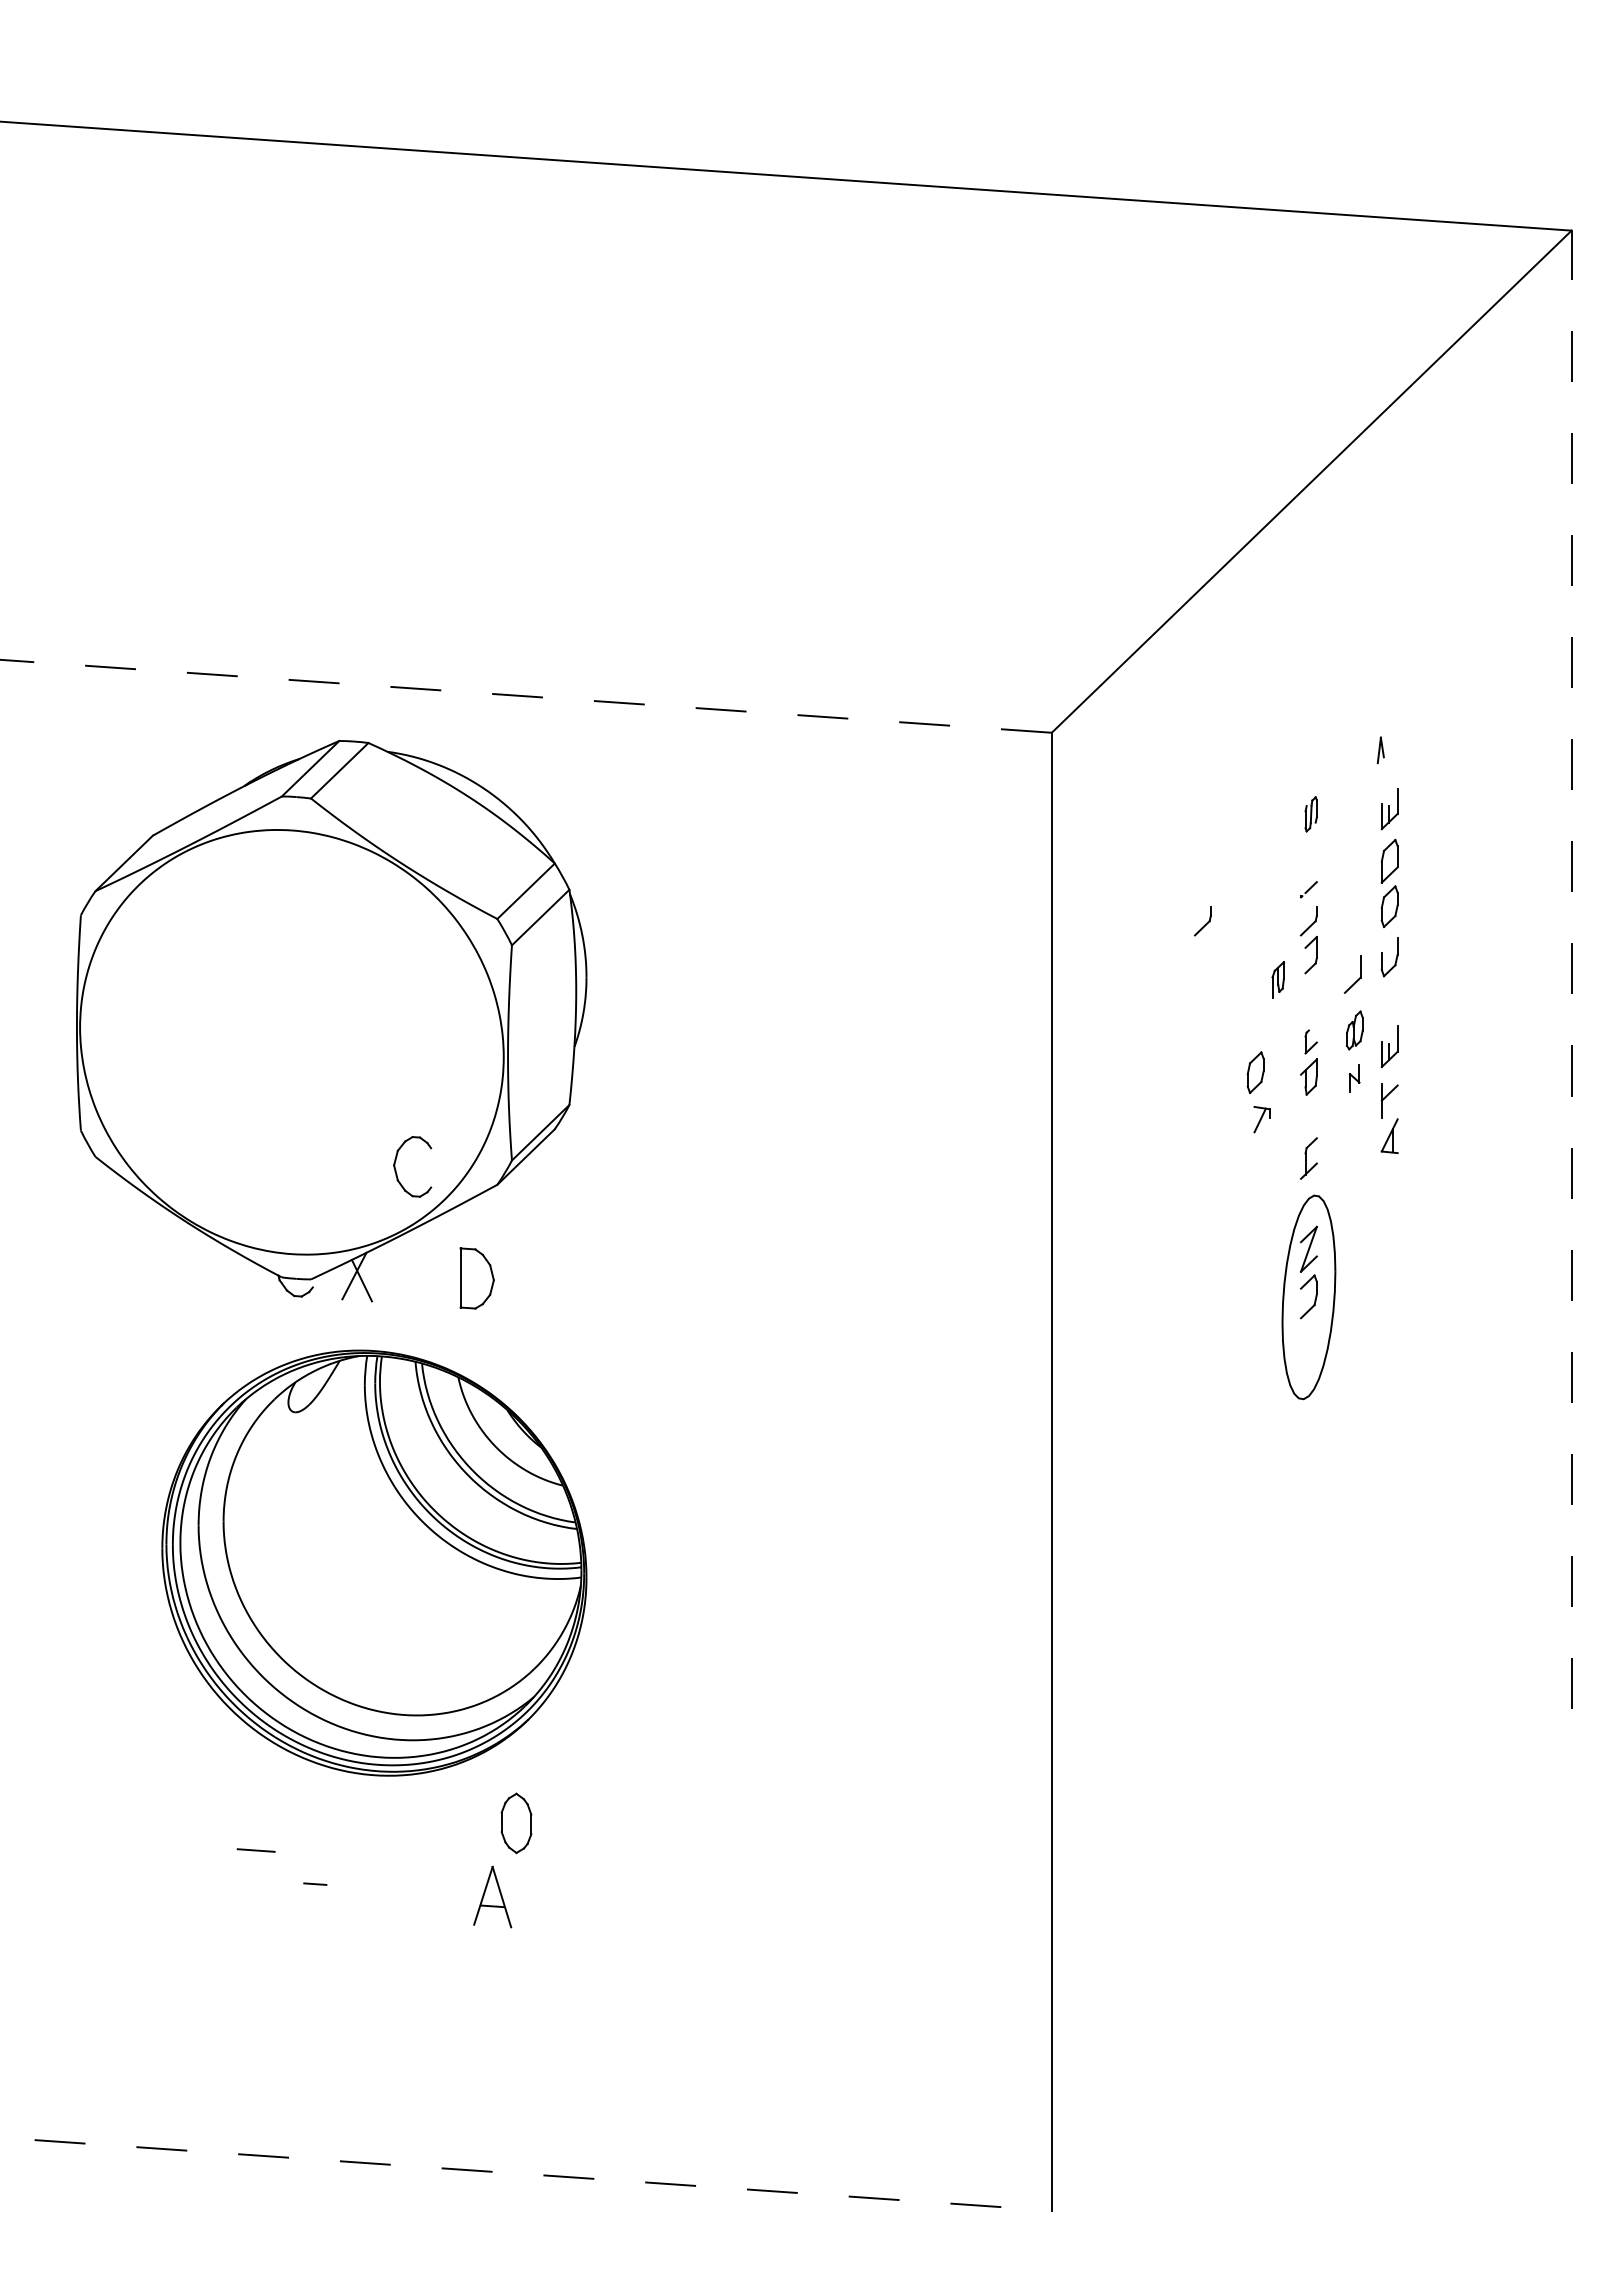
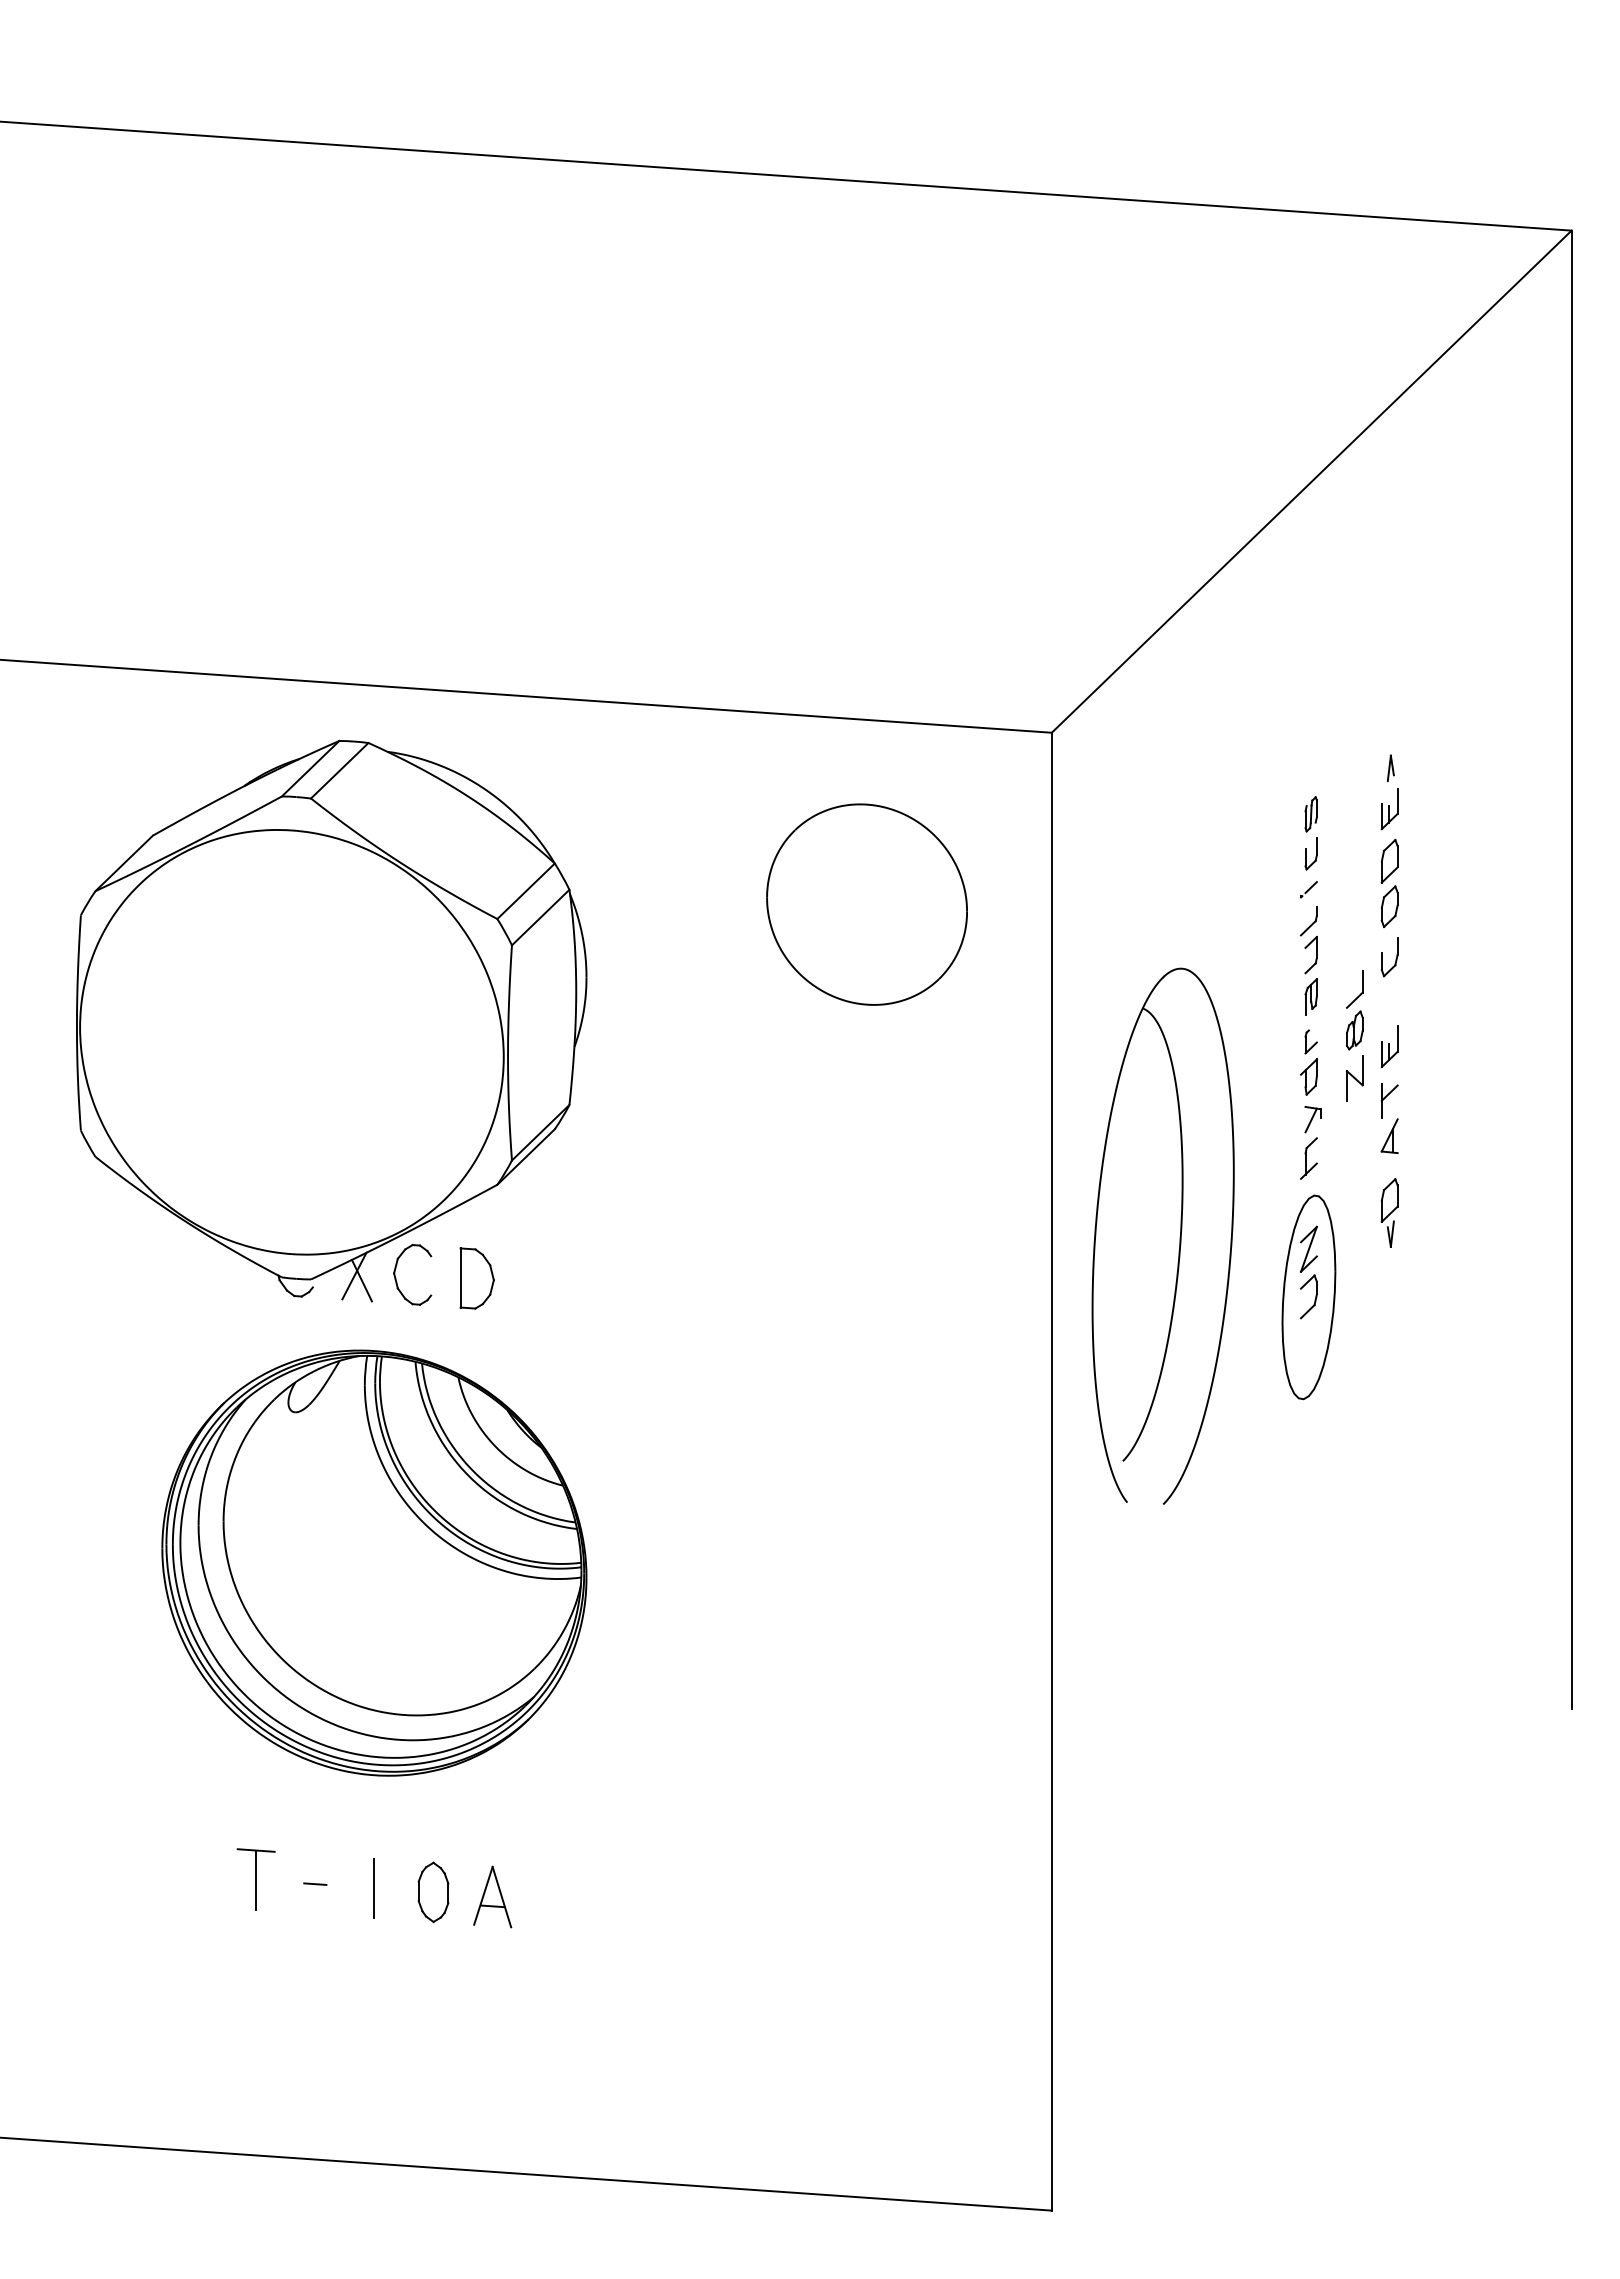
line at (526, 696): dashed -> solid
part at (1380, 750) position: (1380, 750) -> (1390, 768)
part at (1310, 853): none -> present
part at (866, 904): none -> present
part at (1202, 921): present -> none
line at (1571, 969): dashed -> solid
part at (1277, 979) position: (1277, 979) -> (1310, 996)
part at (1357, 979) position: (1357, 979) -> (1359, 994)
part at (1255, 1072): present -> none
part at (1354, 1078) size: 12x29 px -> 19x47 px
part at (1261, 1119) position: (1261, 1119) -> (1312, 1119)
part at (396, 1169) position: (396, 1169) -> (396, 1277)
part at (1389, 1212): none -> present
part at (1179, 1236): none -> present
part at (516, 1823) position: (516, 1823) -> (433, 1892)
line at (256, 1879): none -> present
line at (374, 1887): none -> present
line at (526, 2174): dashed -> solid
